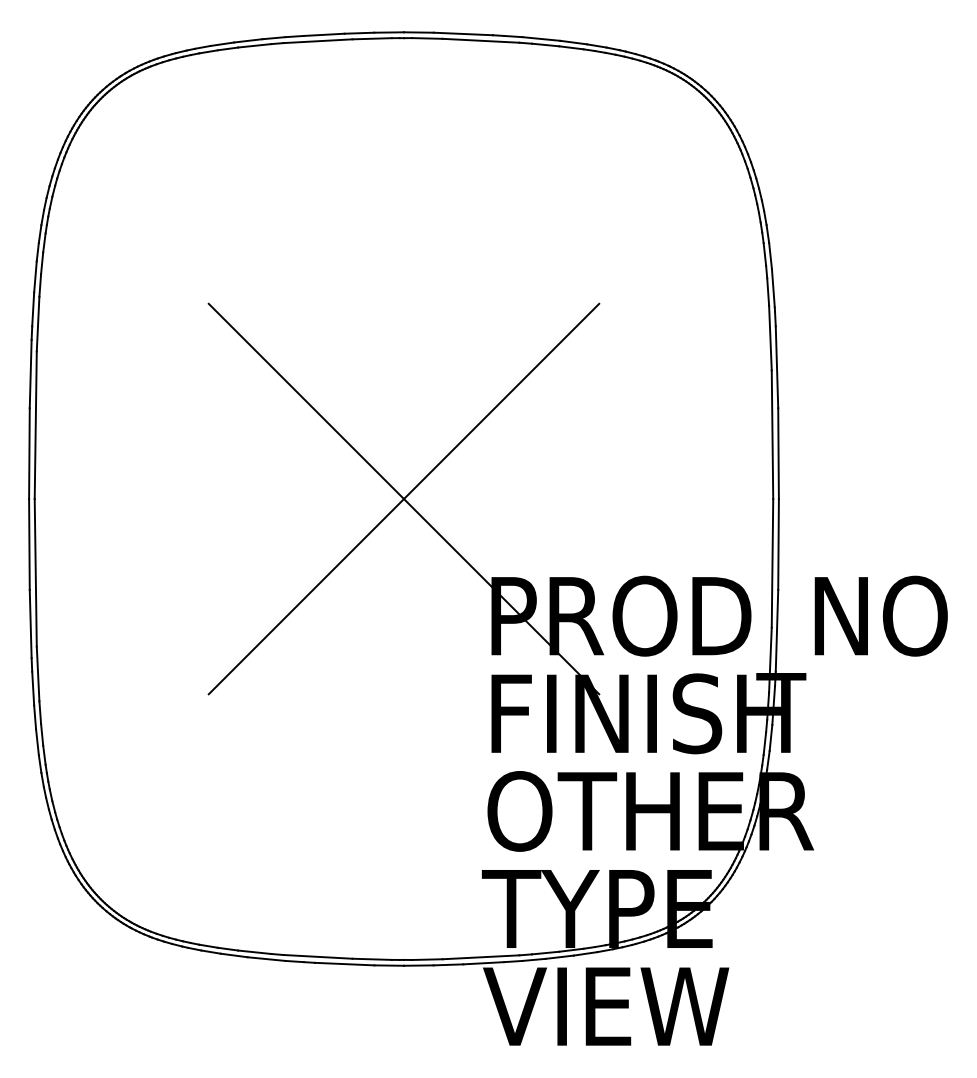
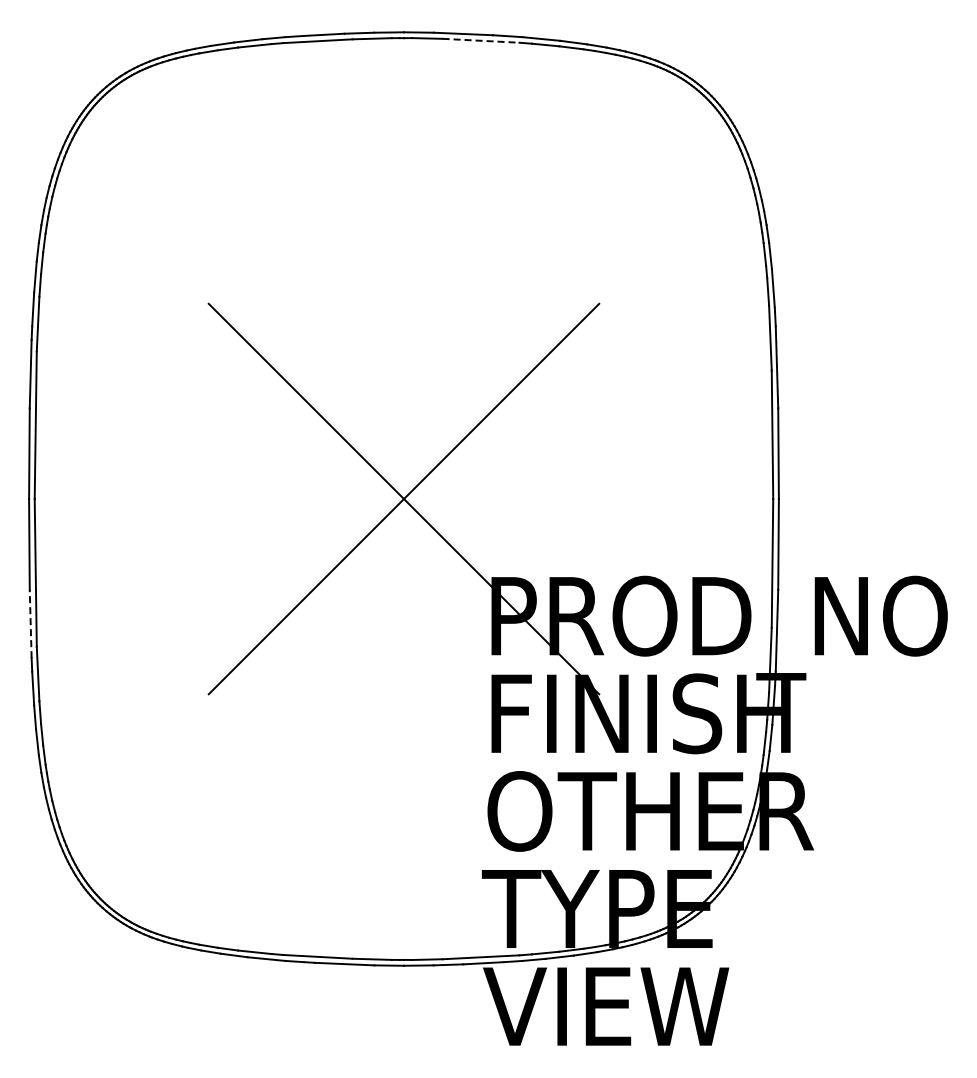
line at (481, 40): solid -> dashed
line at (30, 623): solid -> dashed
